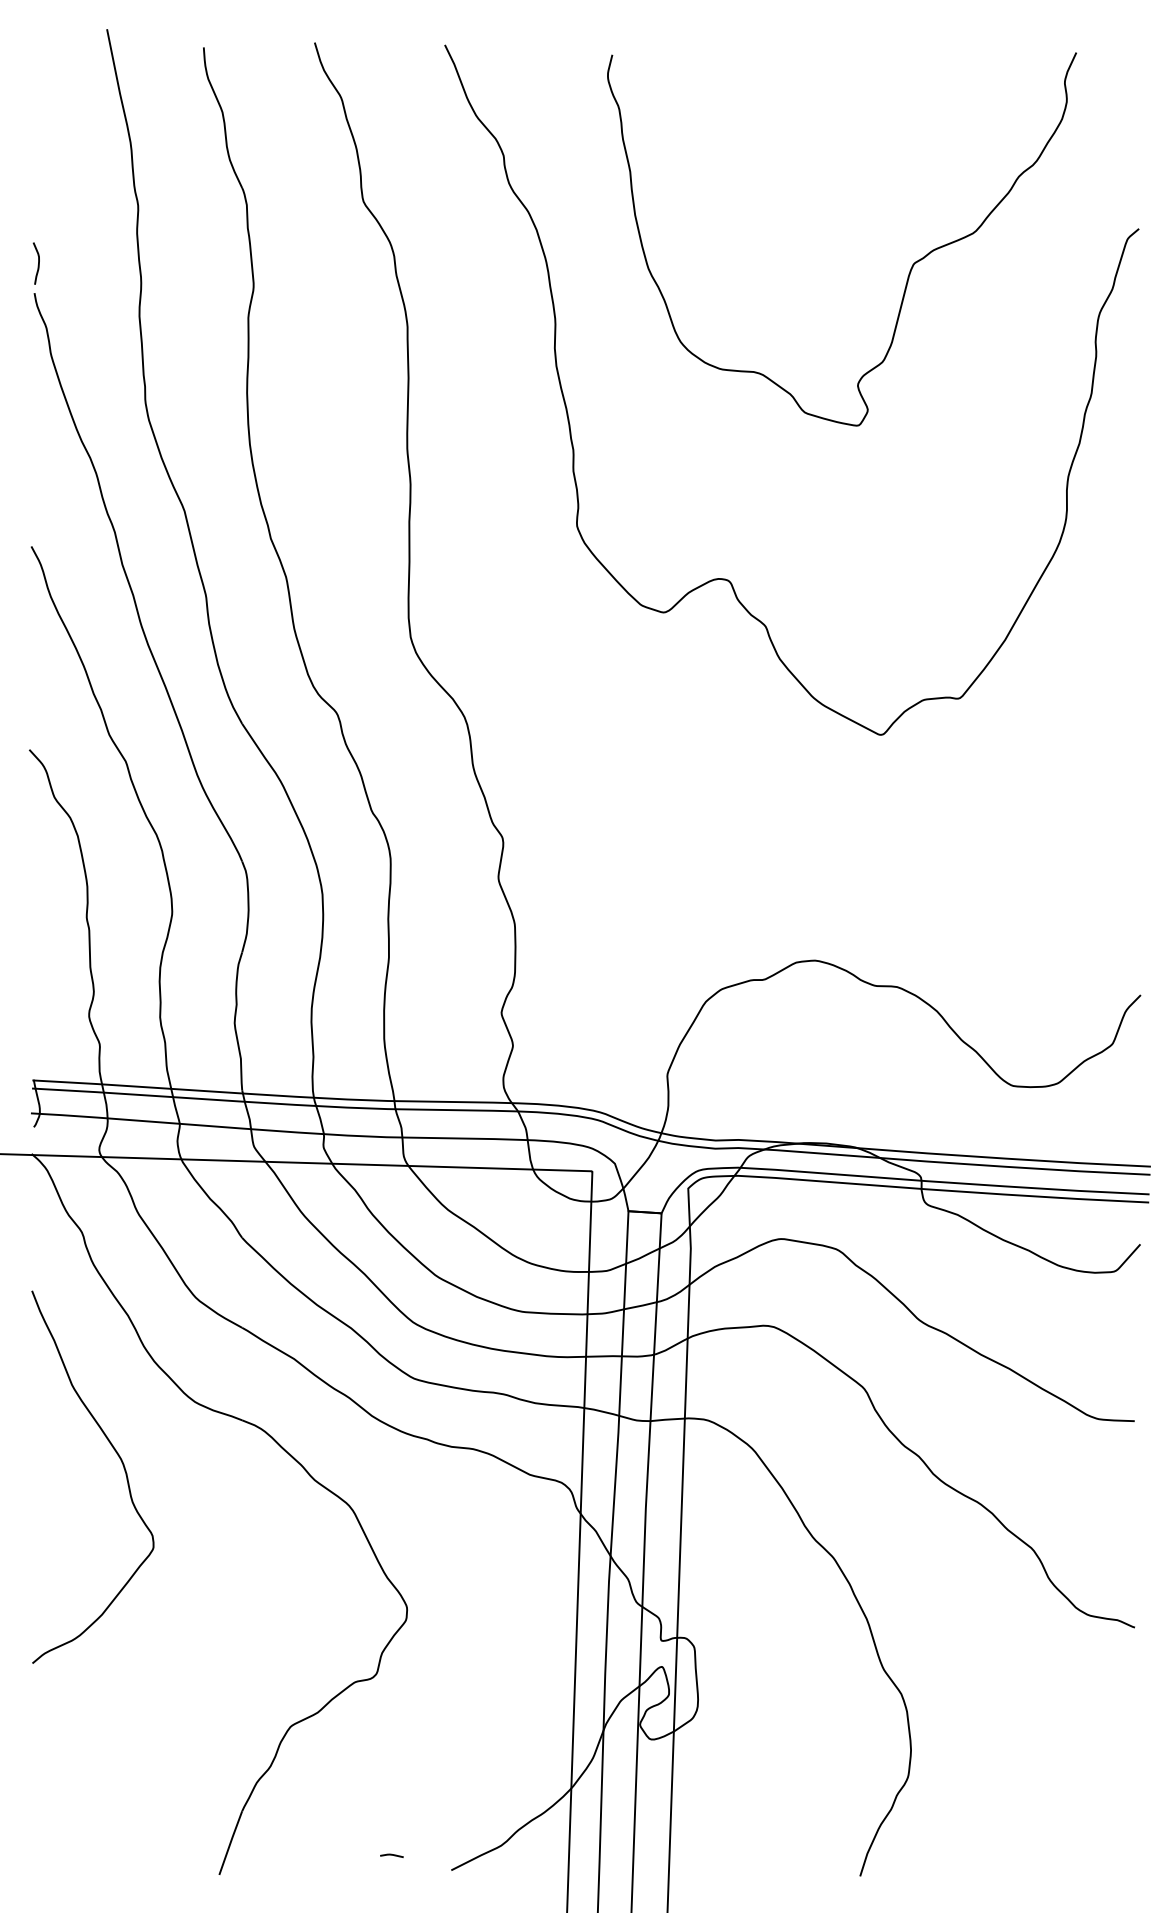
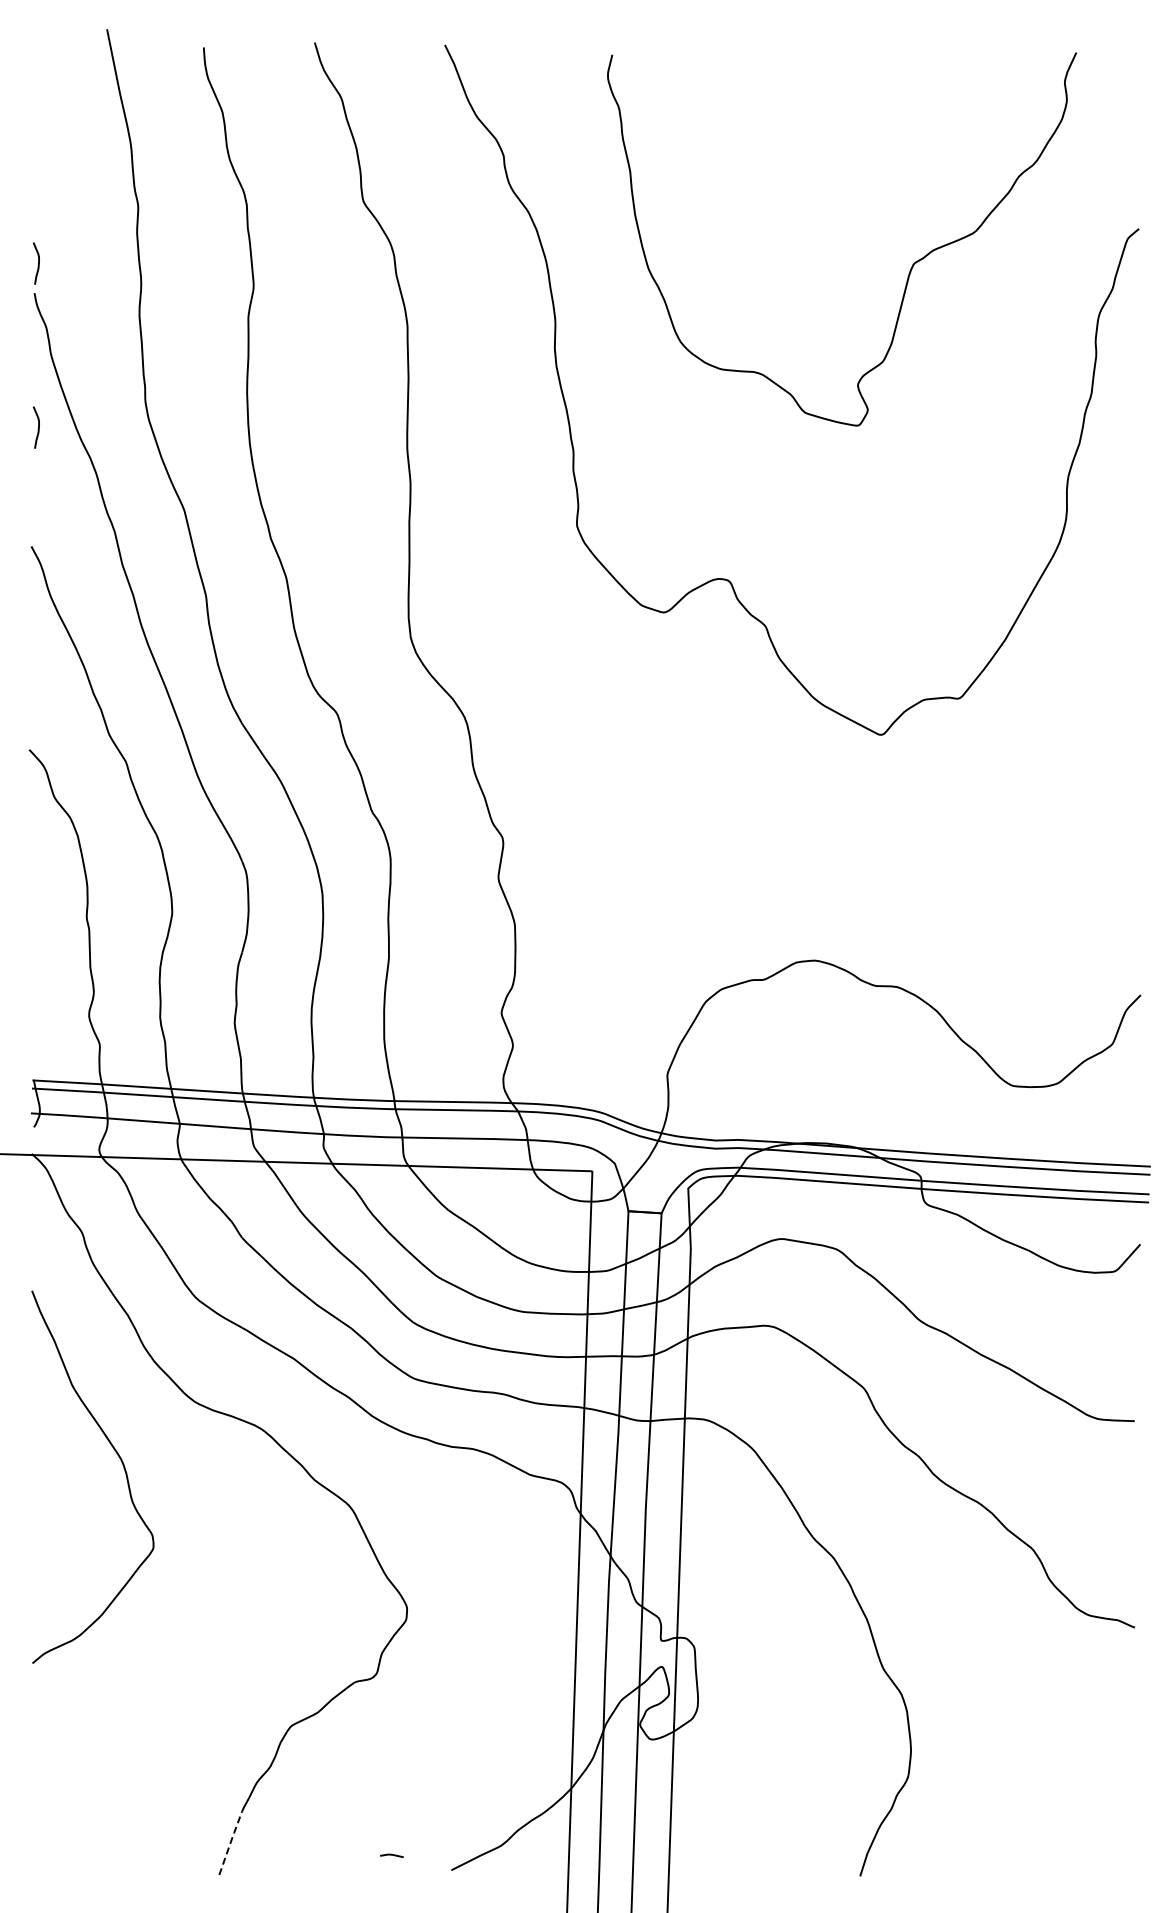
curve at (37, 429): none -> present
line at (230, 1842): solid -> dashed
